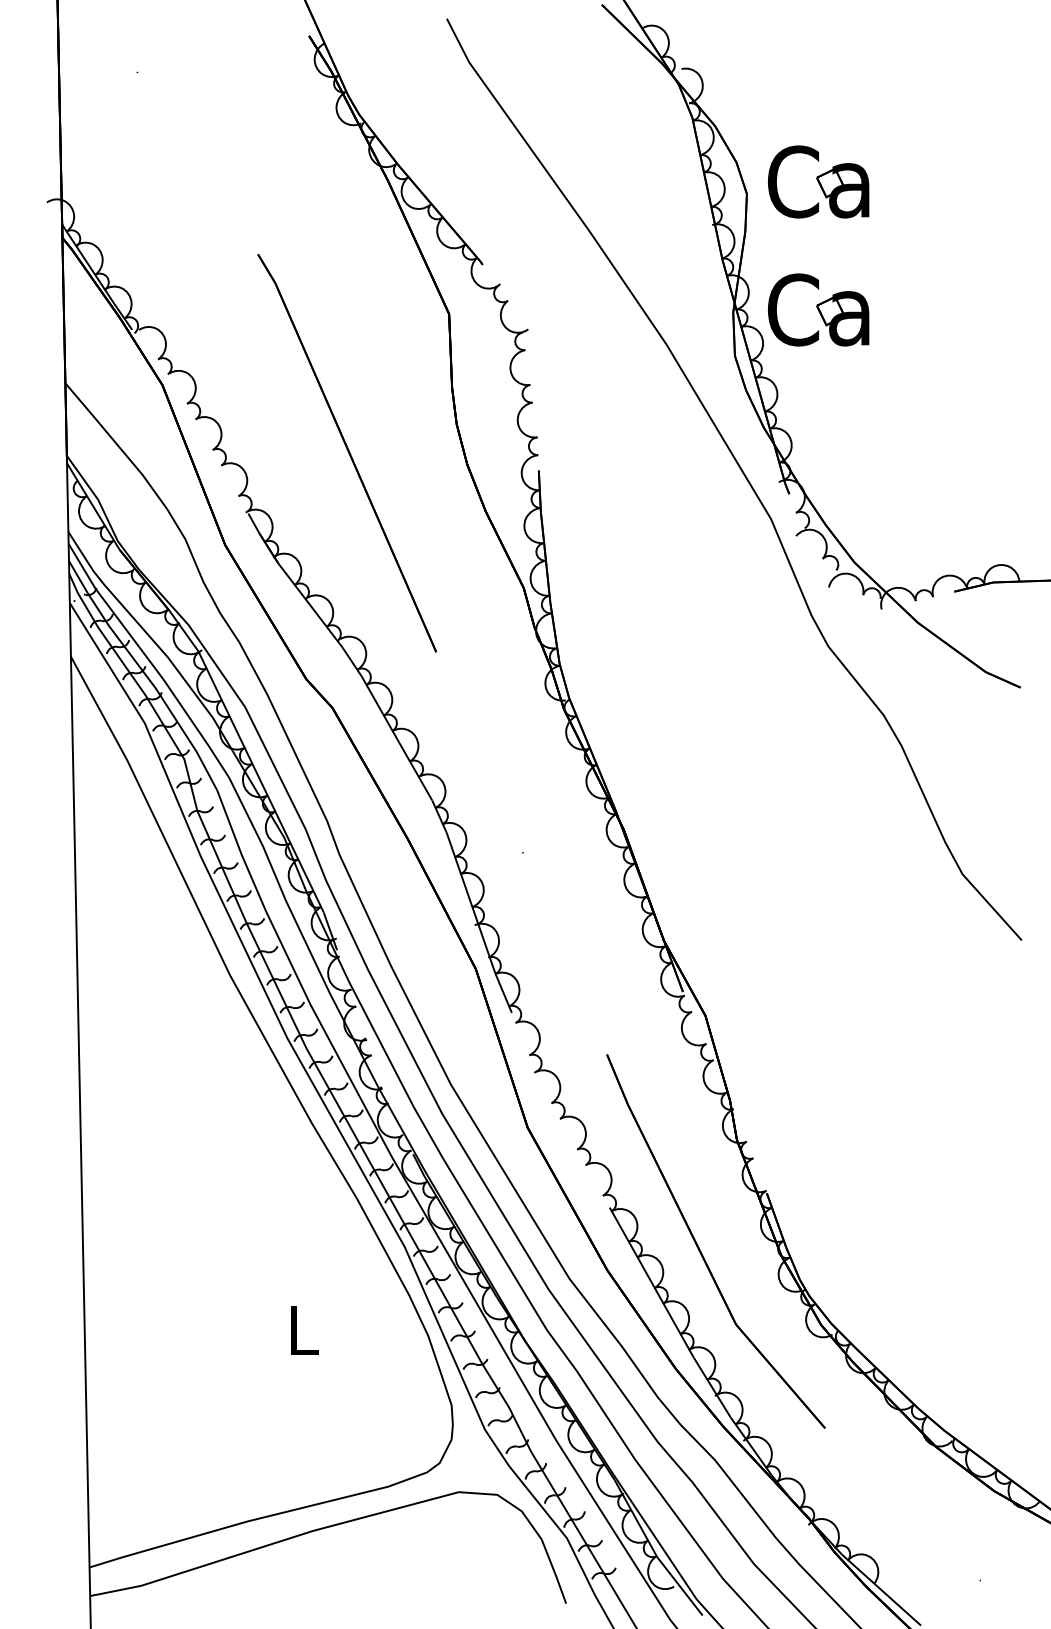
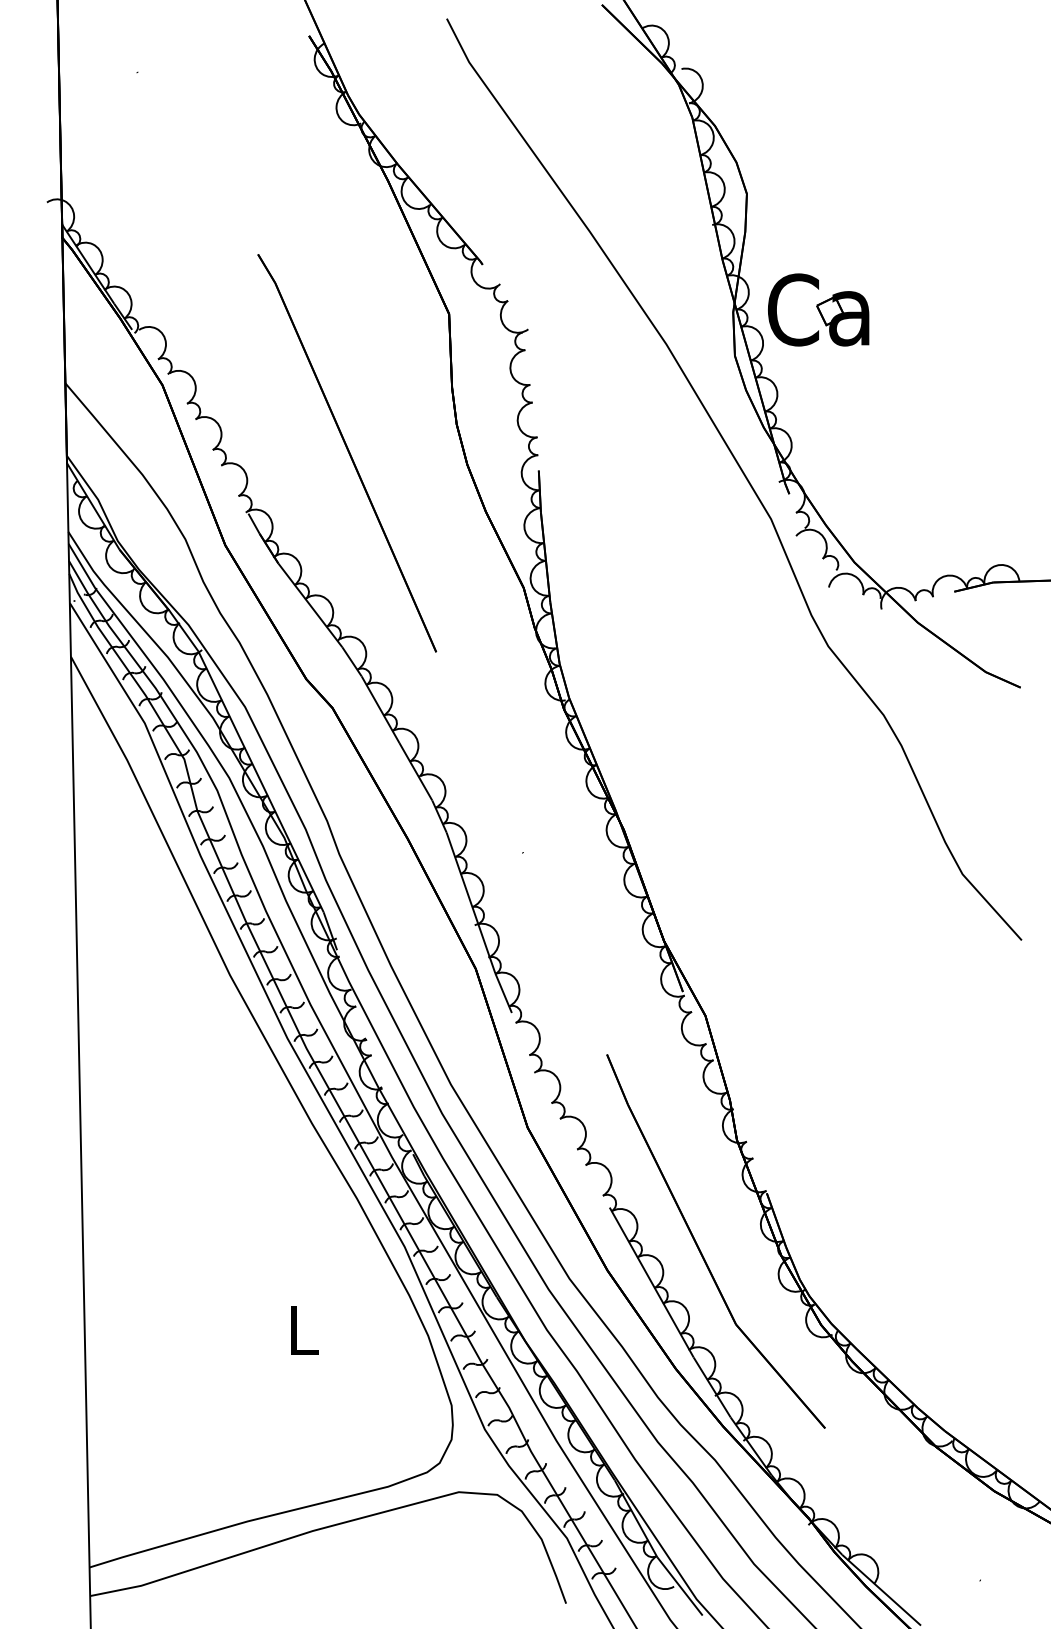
part at (818, 181): present -> none
